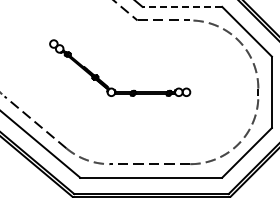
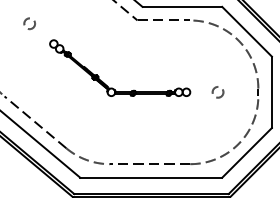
line at (182, 6): dashed -> solid
circle at (29, 23): none -> present
circle at (217, 92): none -> present
